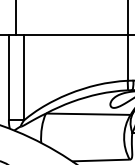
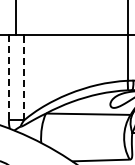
line at (8, 77): solid -> dashed
line at (24, 77): solid -> dashed
